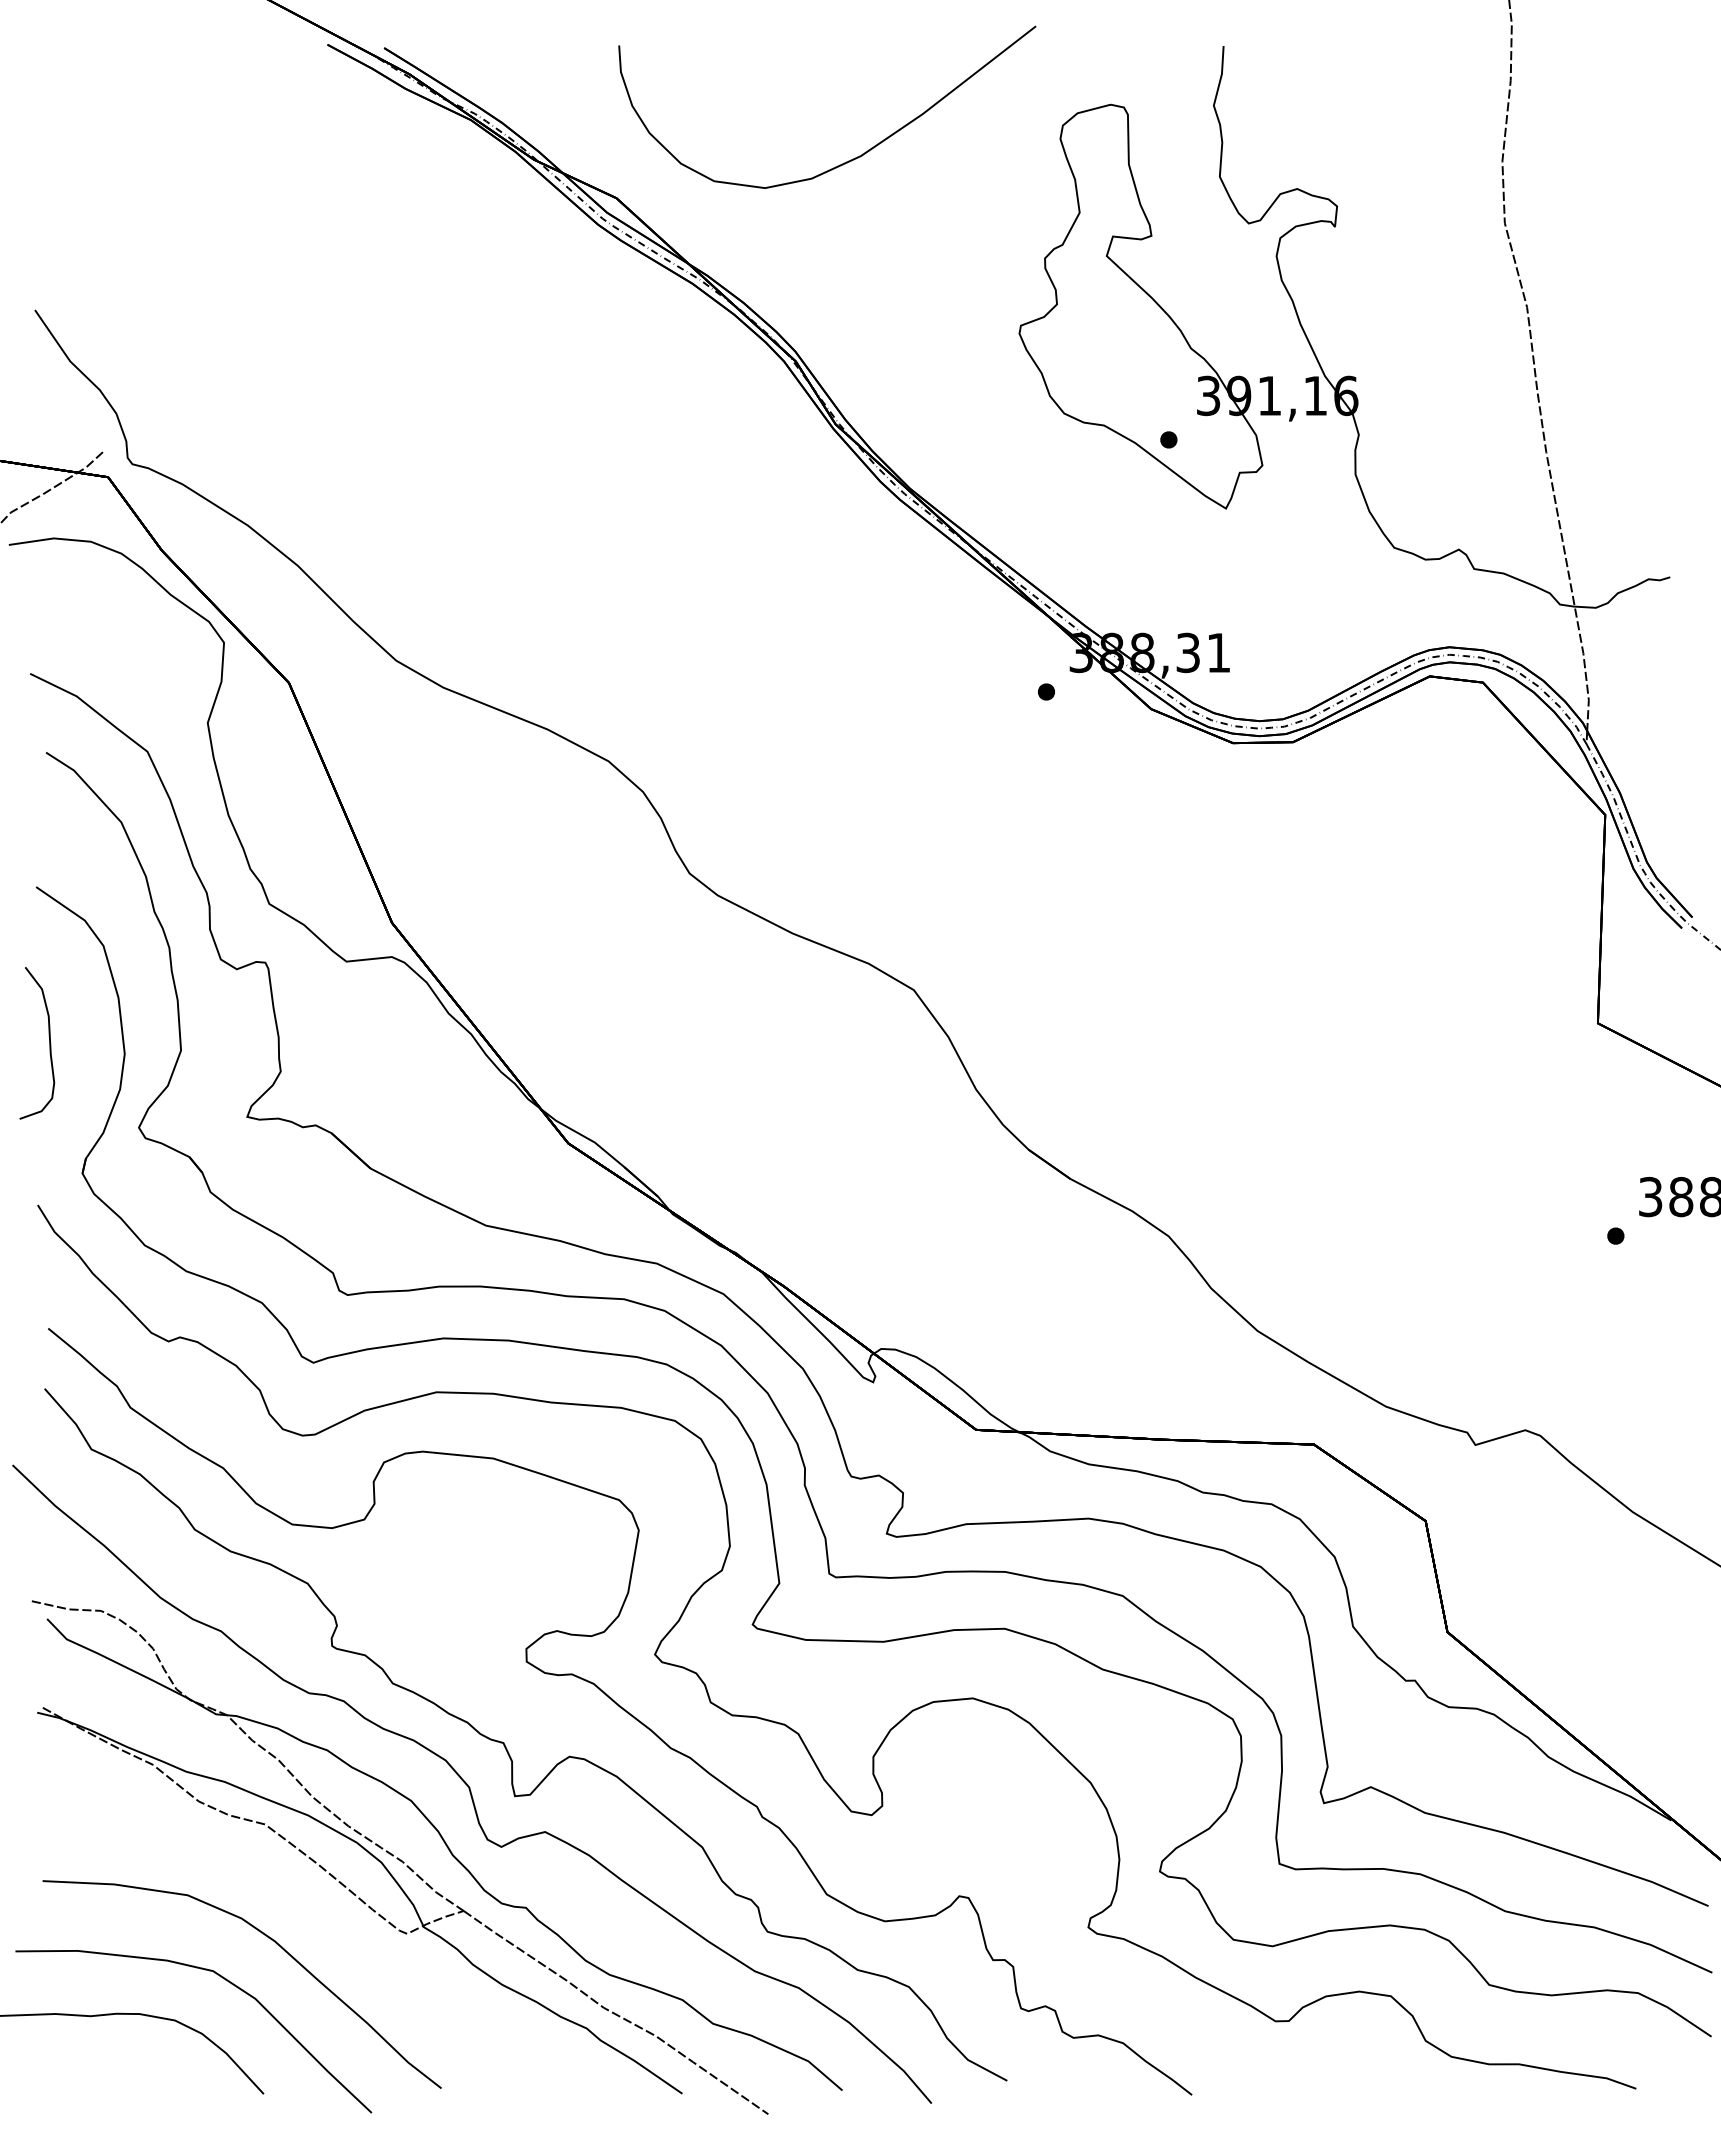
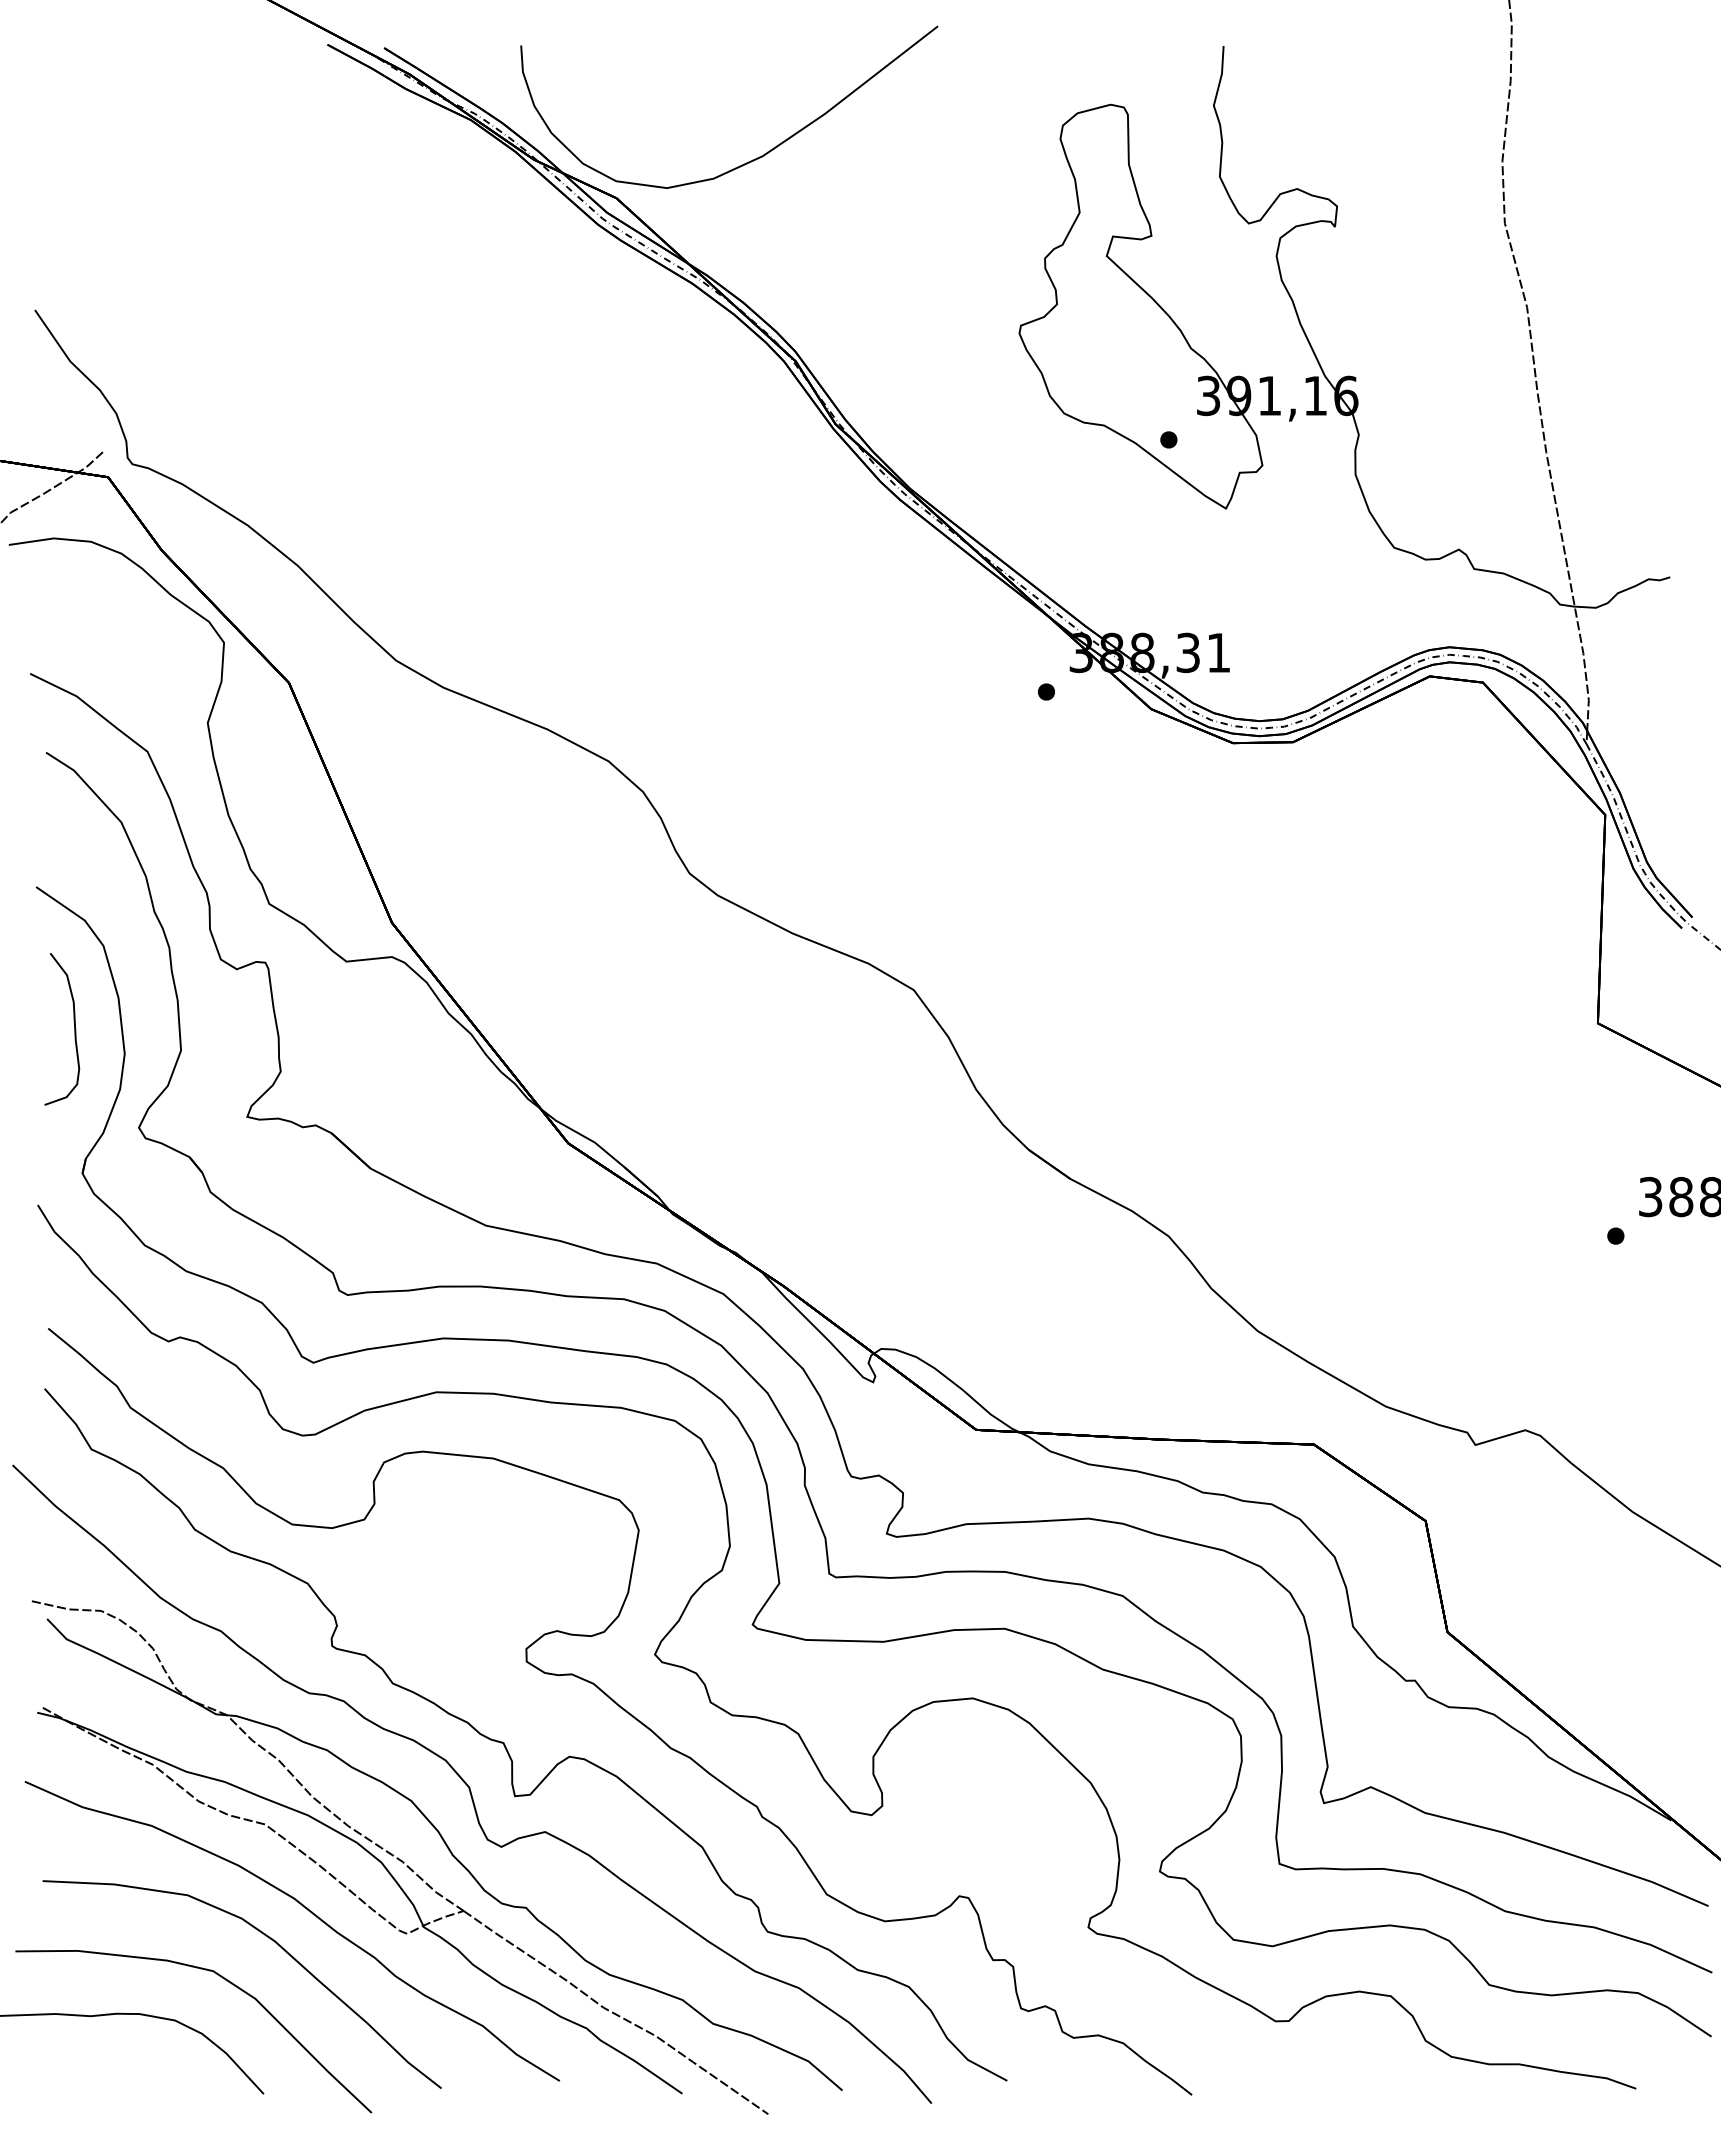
curve at (850, 159) position: (850, 159) -> (752, 159)
curve at (49, 1043) position: (49, 1043) -> (74, 1029)
curve at (308, 1911): none -> present
